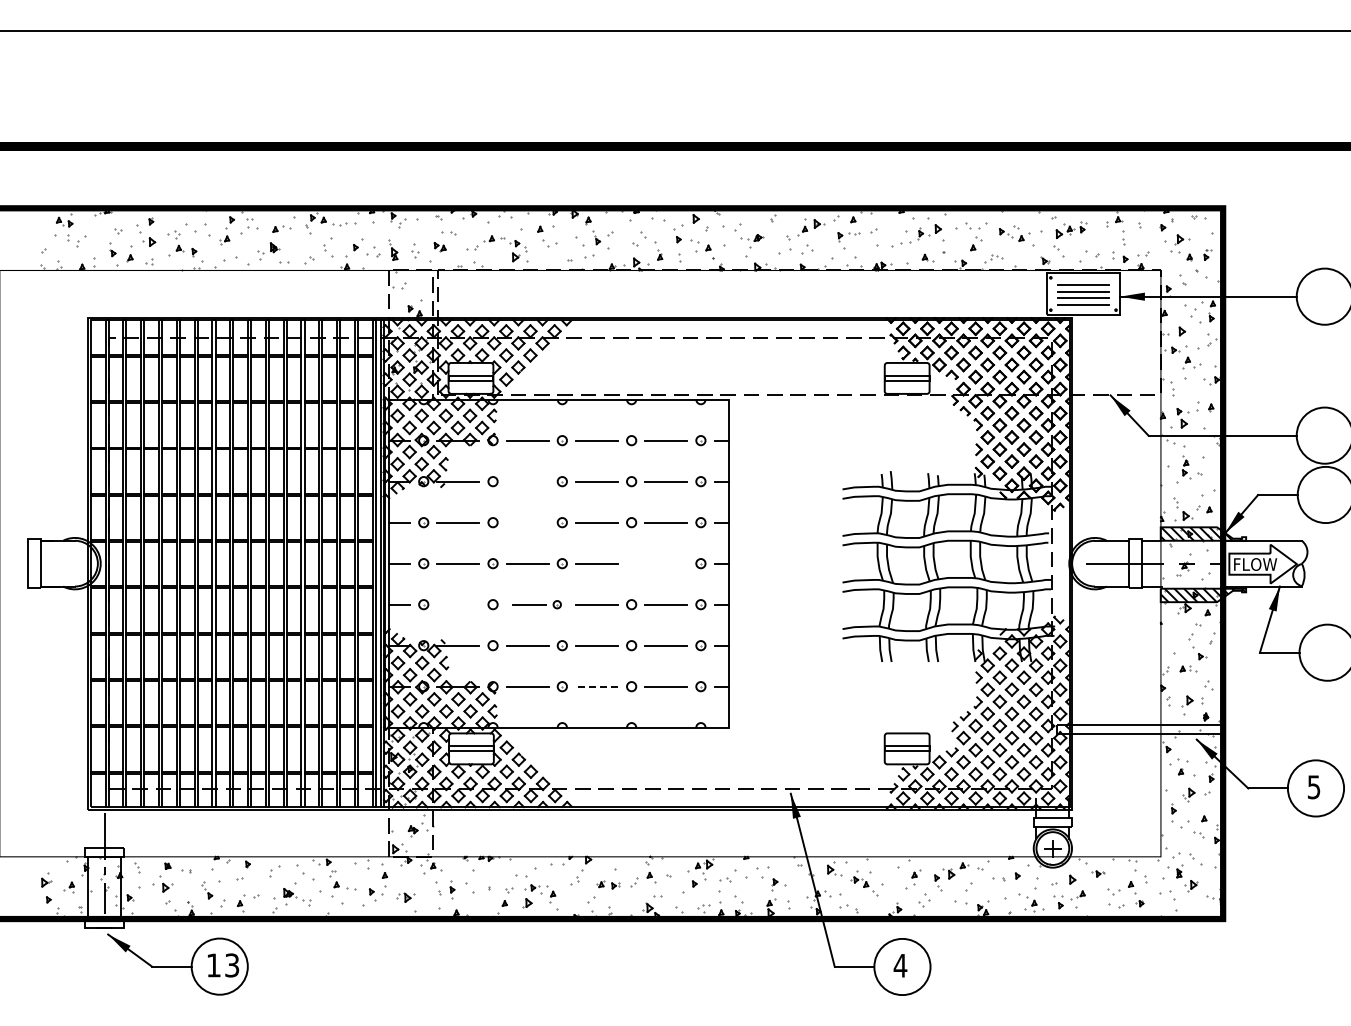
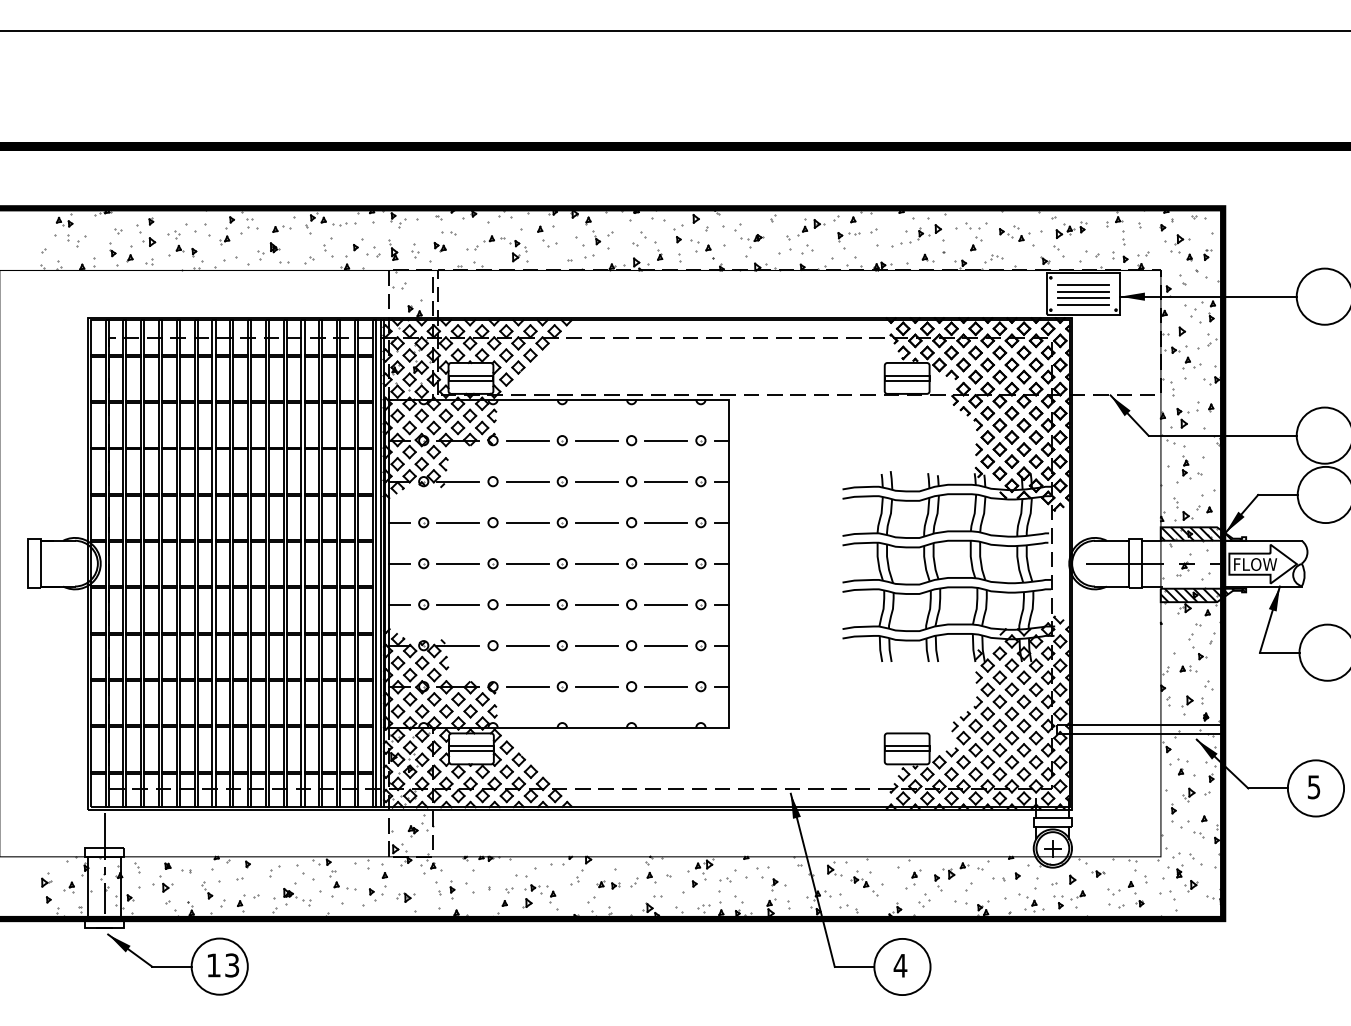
line at (527, 481): none -> present
line at (527, 522): none -> present
part at (656, 563): none -> present
line at (458, 604): none -> present
part at (536, 604) size: 50x10 px -> 62x12 px
line at (596, 686): dashed -> solid
